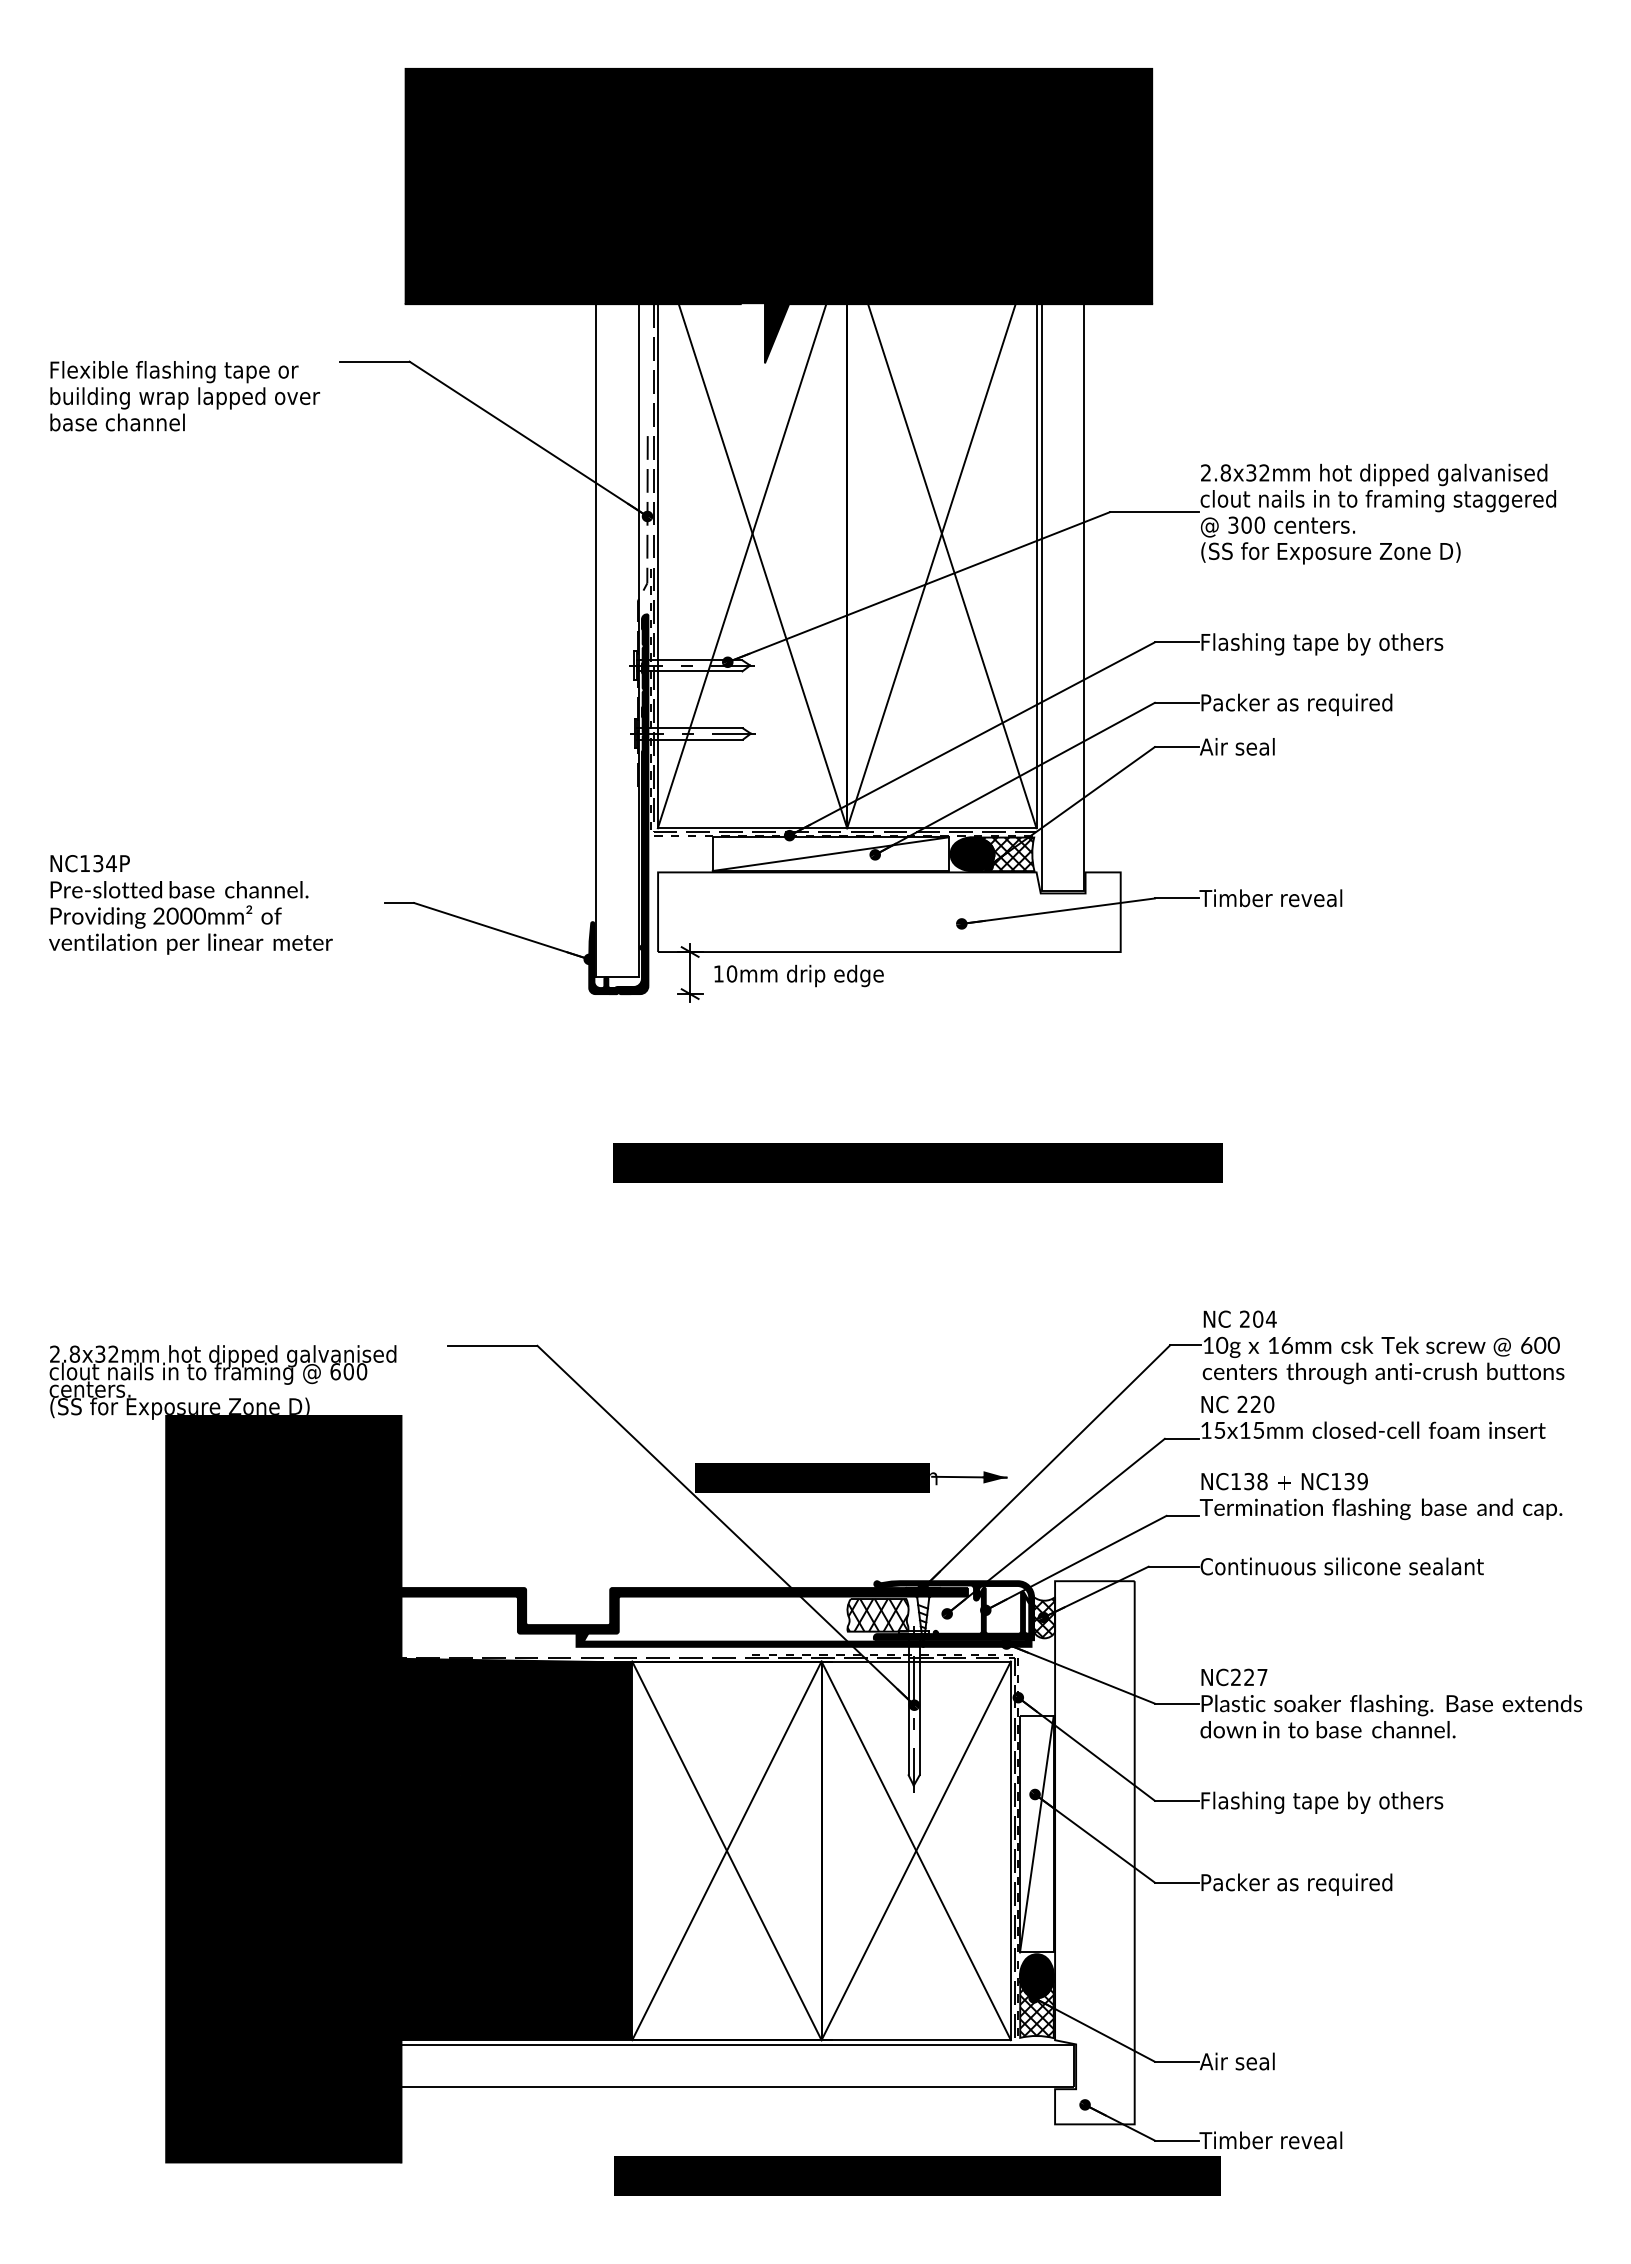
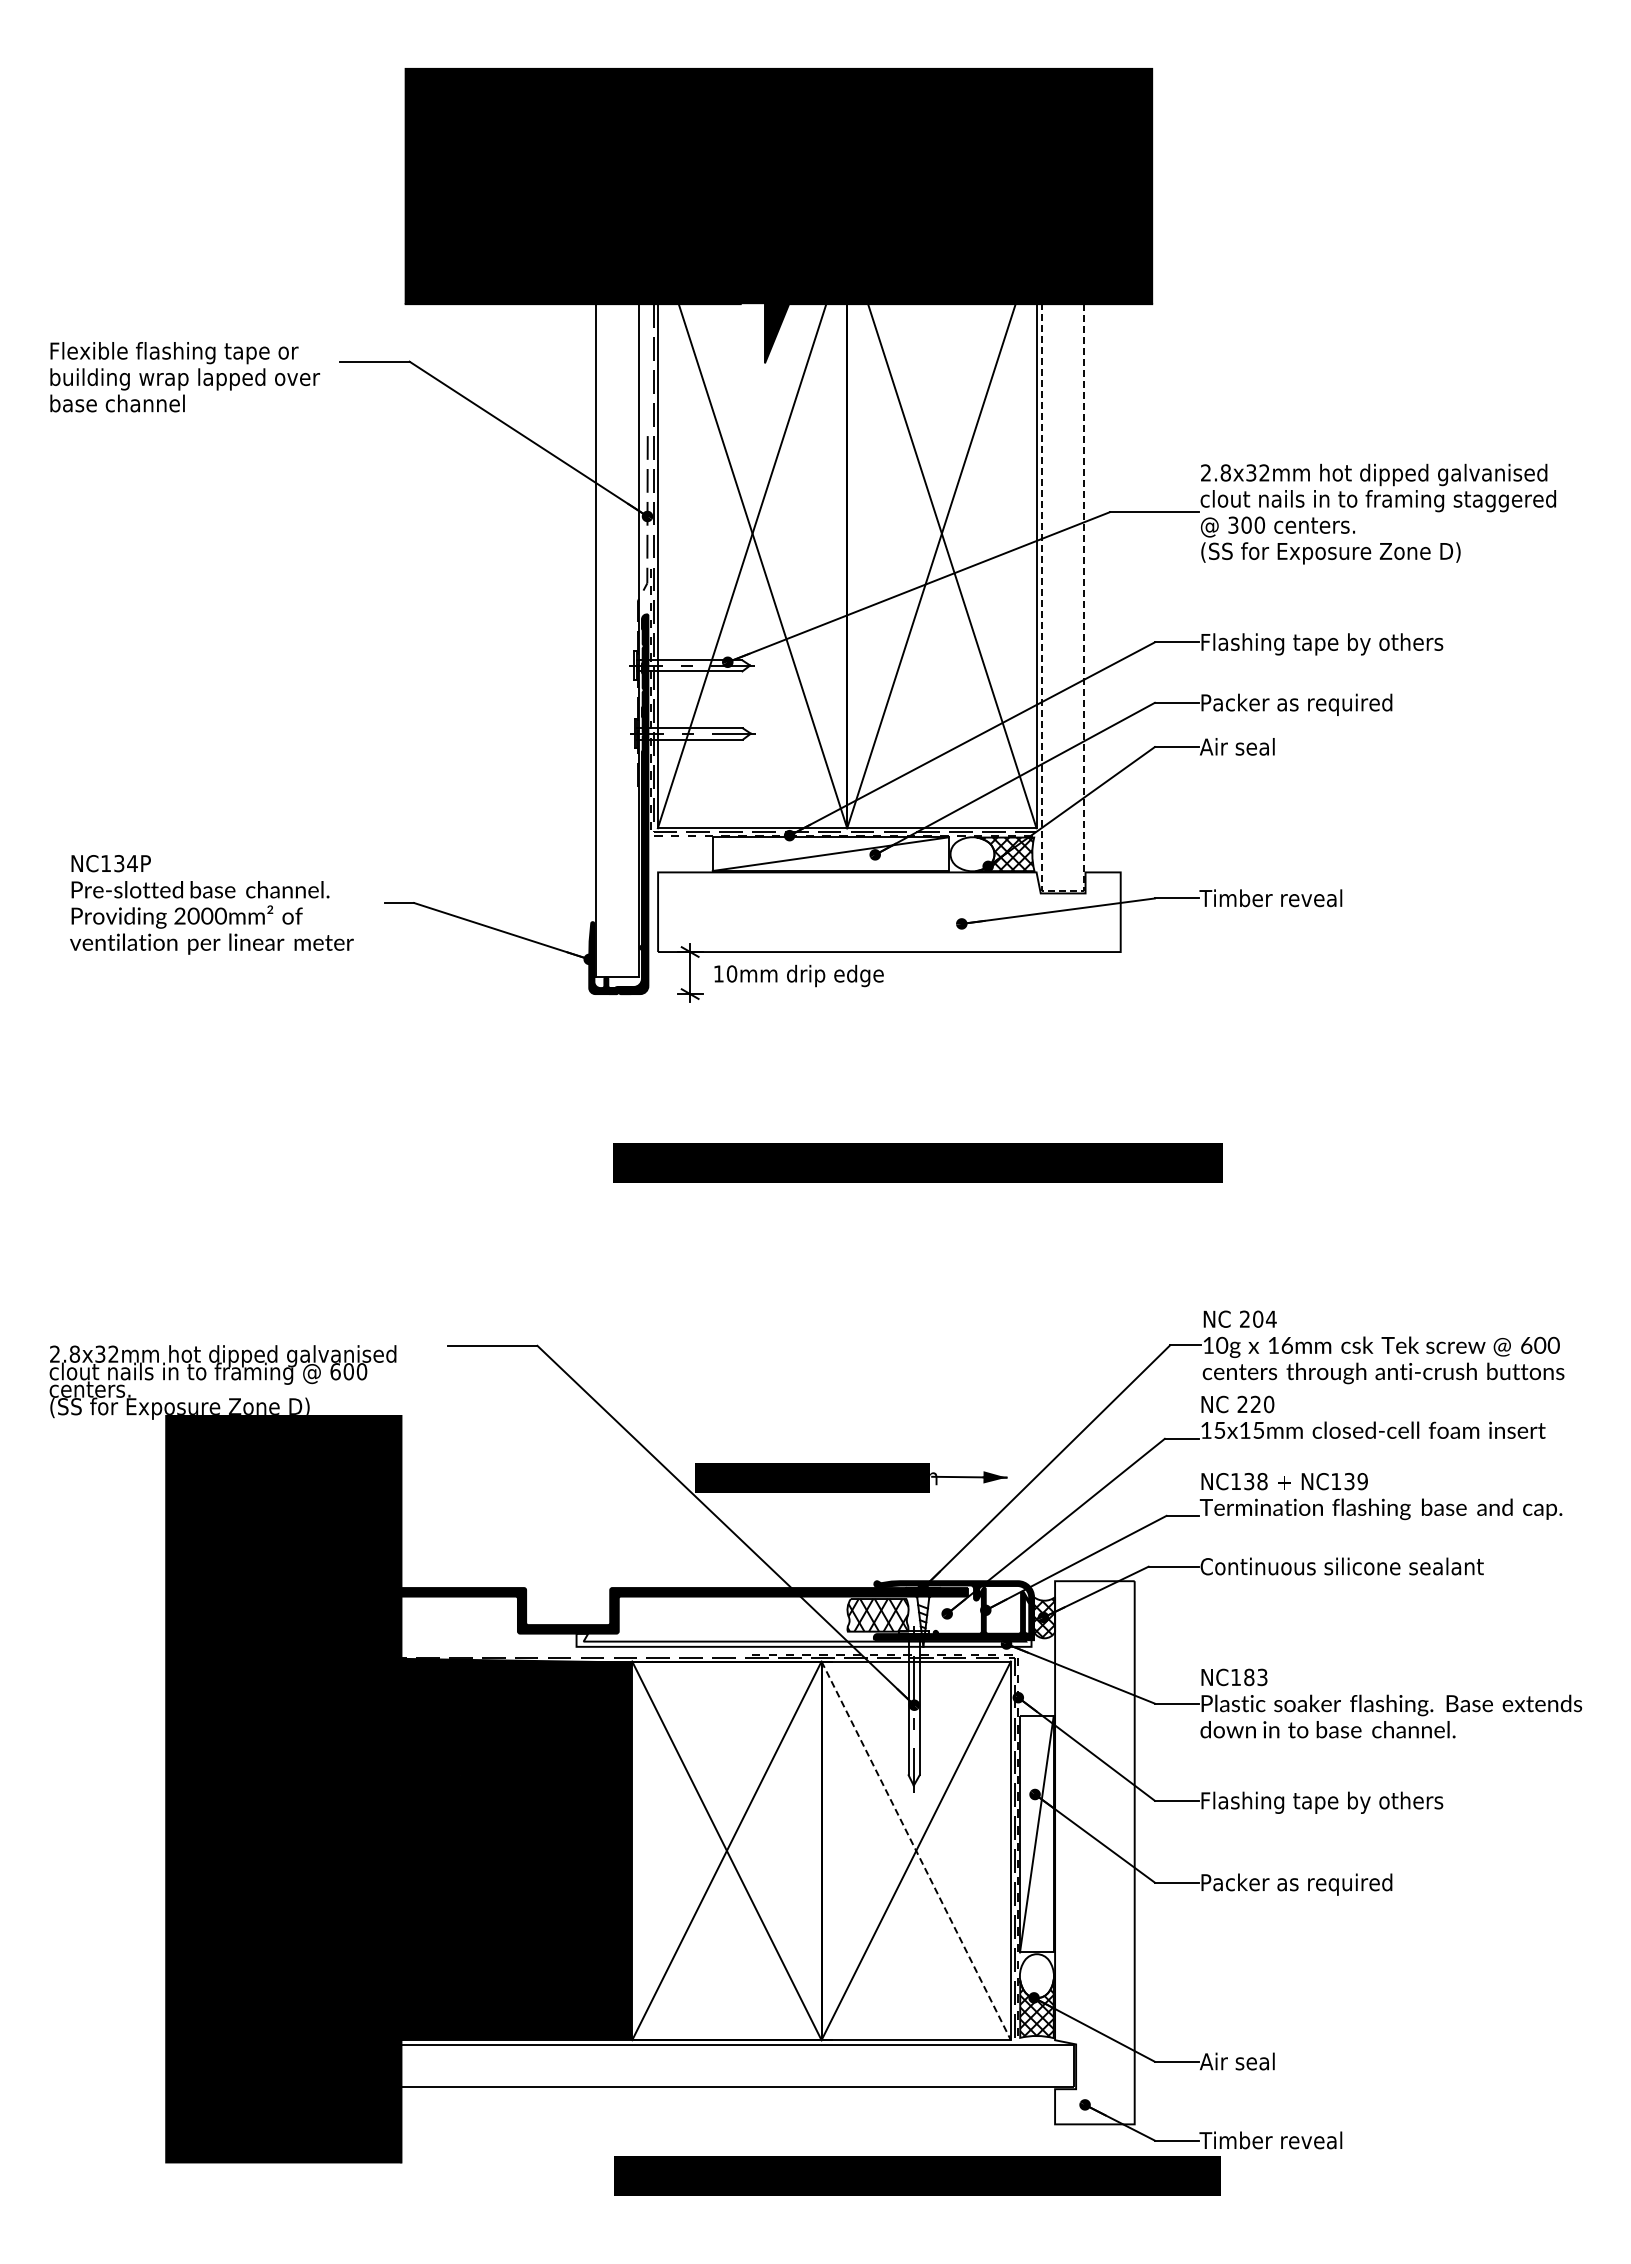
text at (185, 396) position: (185, 396) -> (185, 377)
fill at (972, 854): present -> none
line at (1062, 891): solid -> dashed
text at (190, 904) position: (190, 904) -> (211, 904)
fill at (803, 1639): present -> none
text at (1249, 1677): NC227 -> NC183
line at (916, 1850): solid -> dashed
fill at (1036, 1976): present -> none
